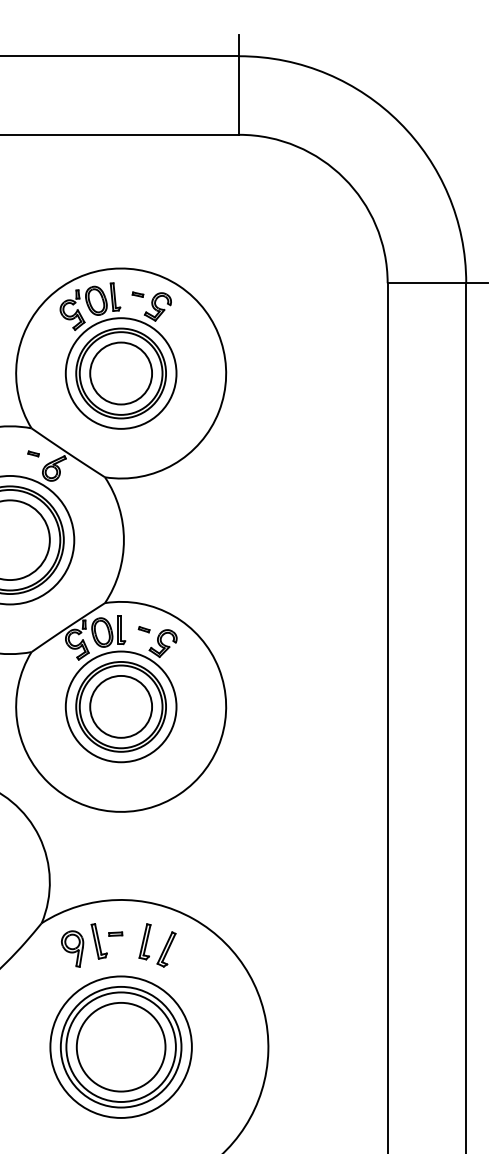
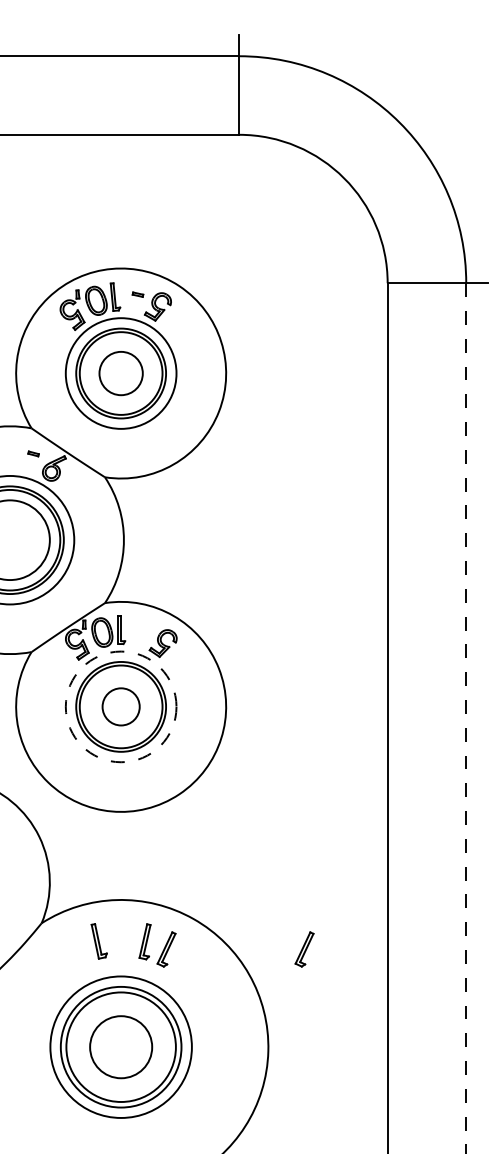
circle at (121, 373) diameter: 62 px -> 43 px
part at (143, 629): present -> none
circle at (120, 706): solid -> dashed
circle at (121, 706) diameter: 62 px -> 37 px
line at (466, 718): solid -> dashed
part at (115, 933): present -> none
part at (72, 948): present -> none
part at (304, 949): none -> present
circle at (120, 1046) diameter: 89 px -> 62 px
